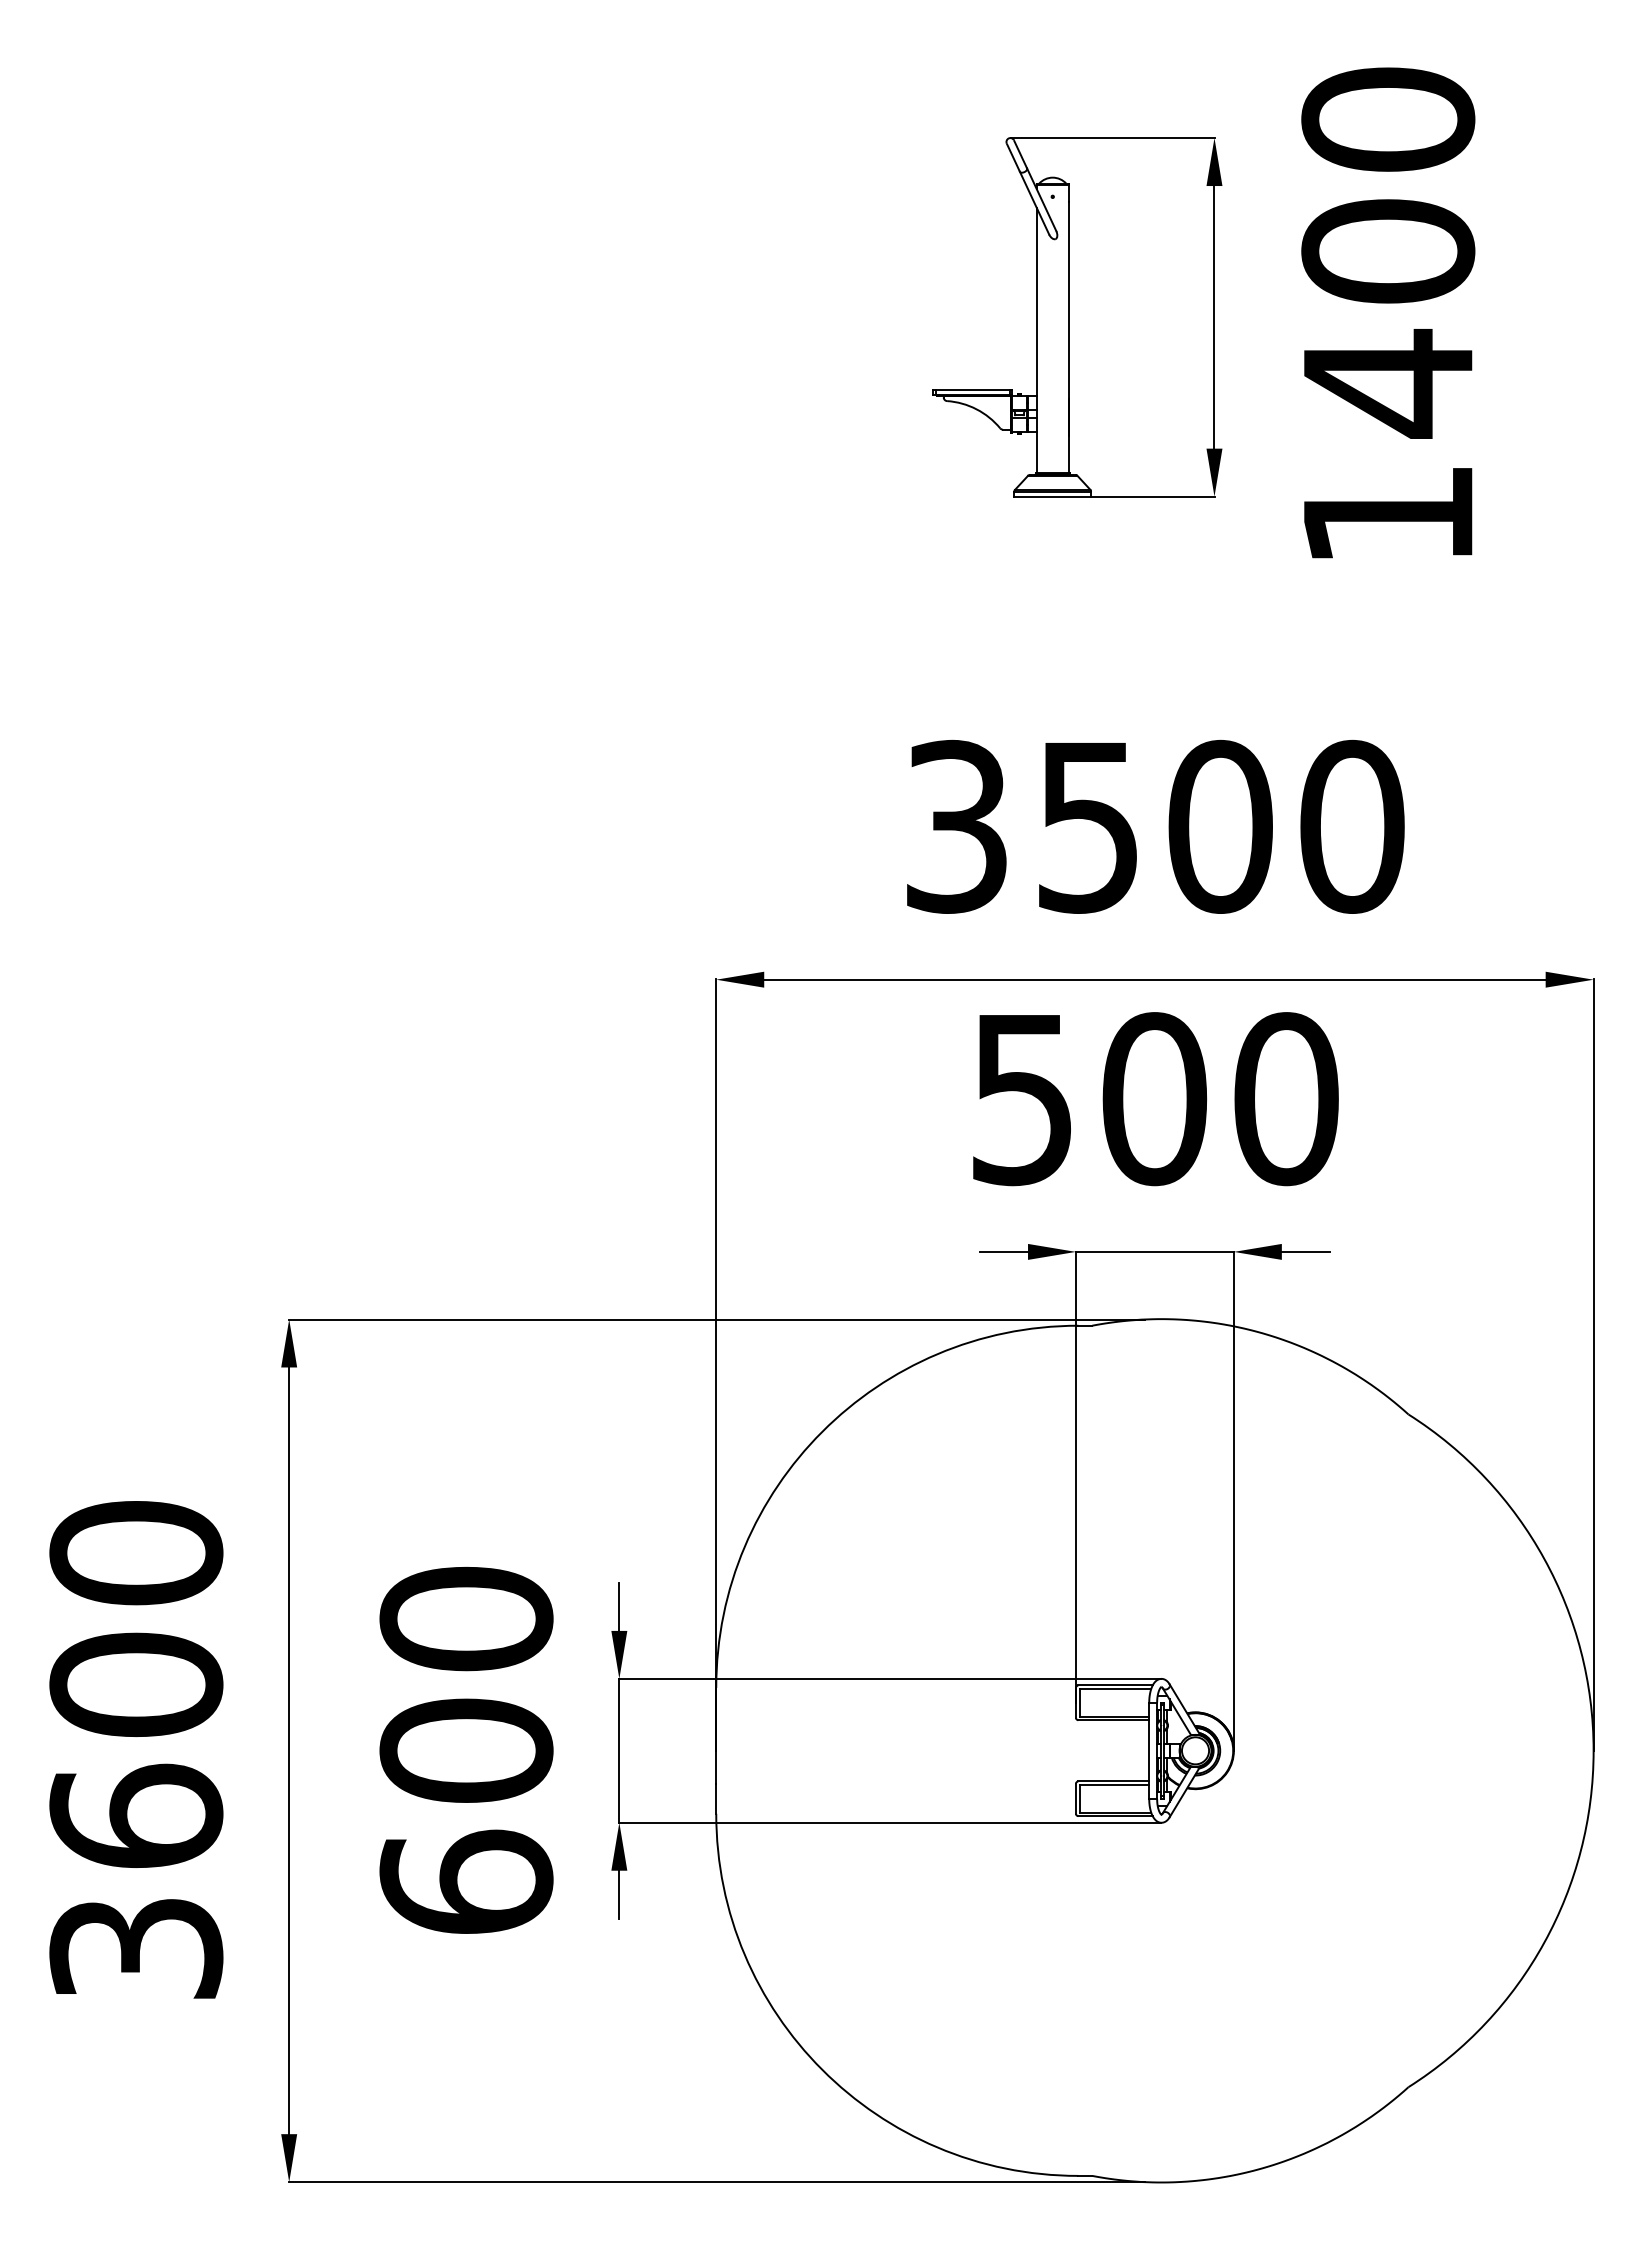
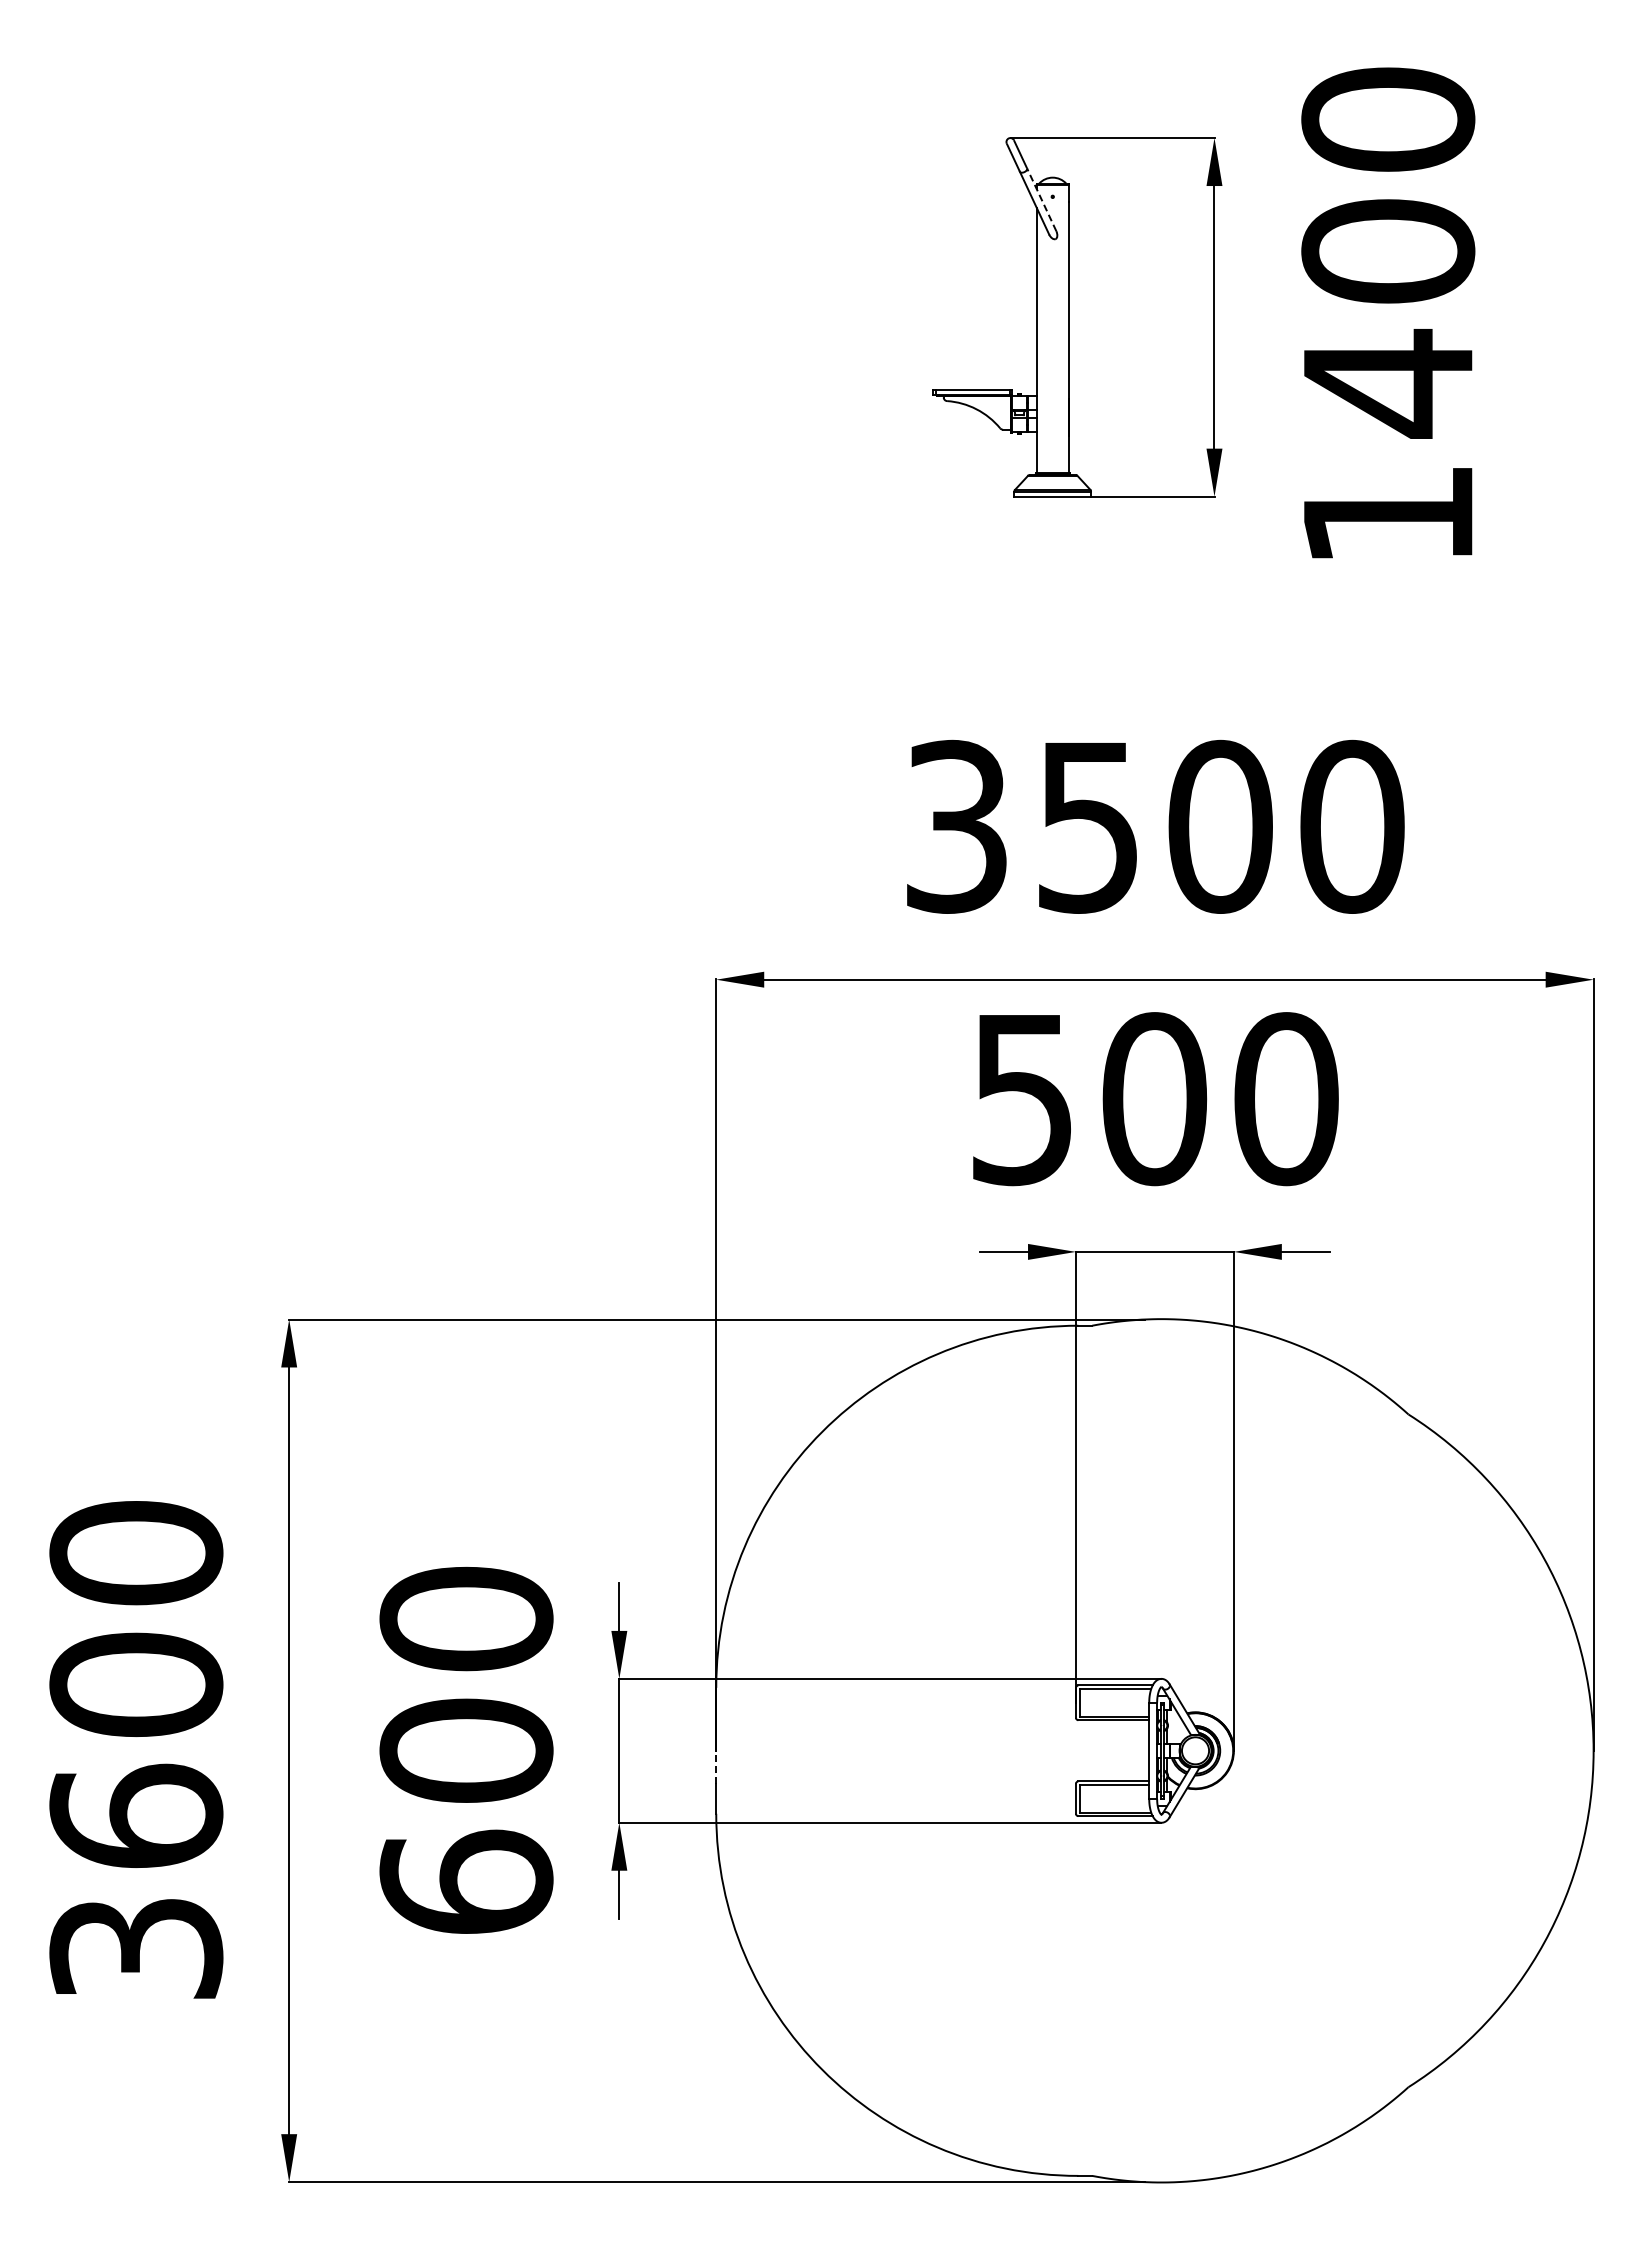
line at (1041, 199): solid -> dashed
line at (716, 1766): solid -> dashed
